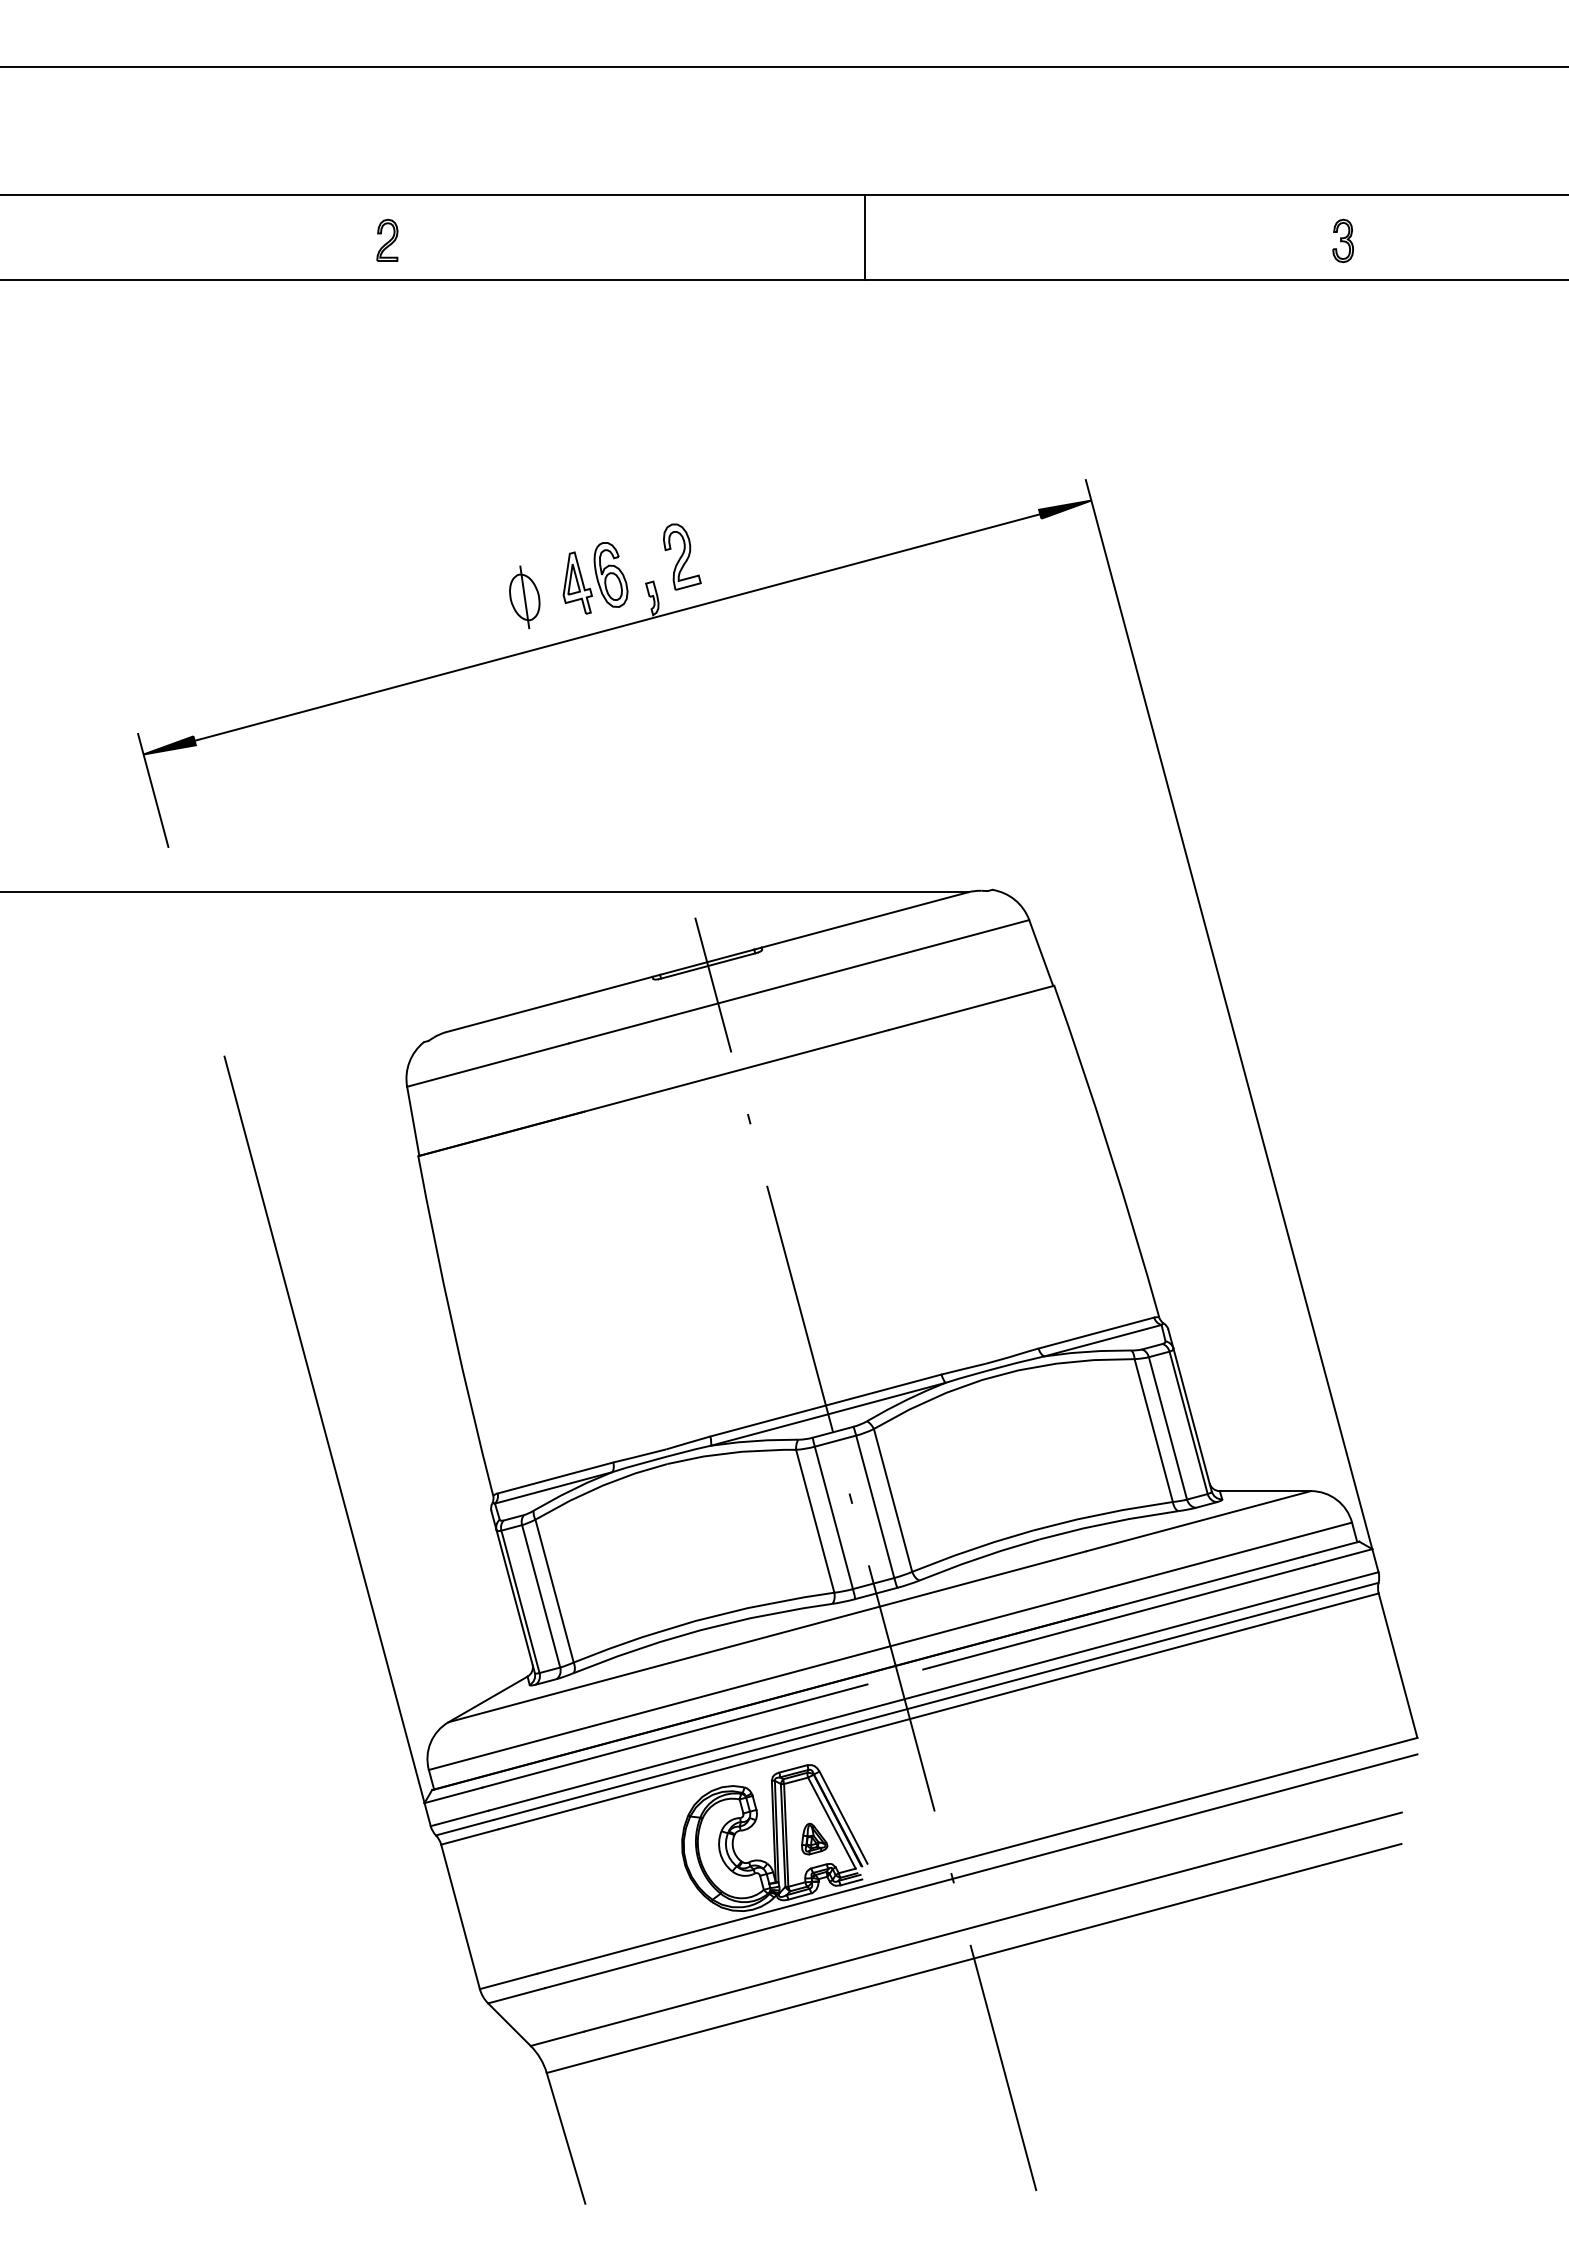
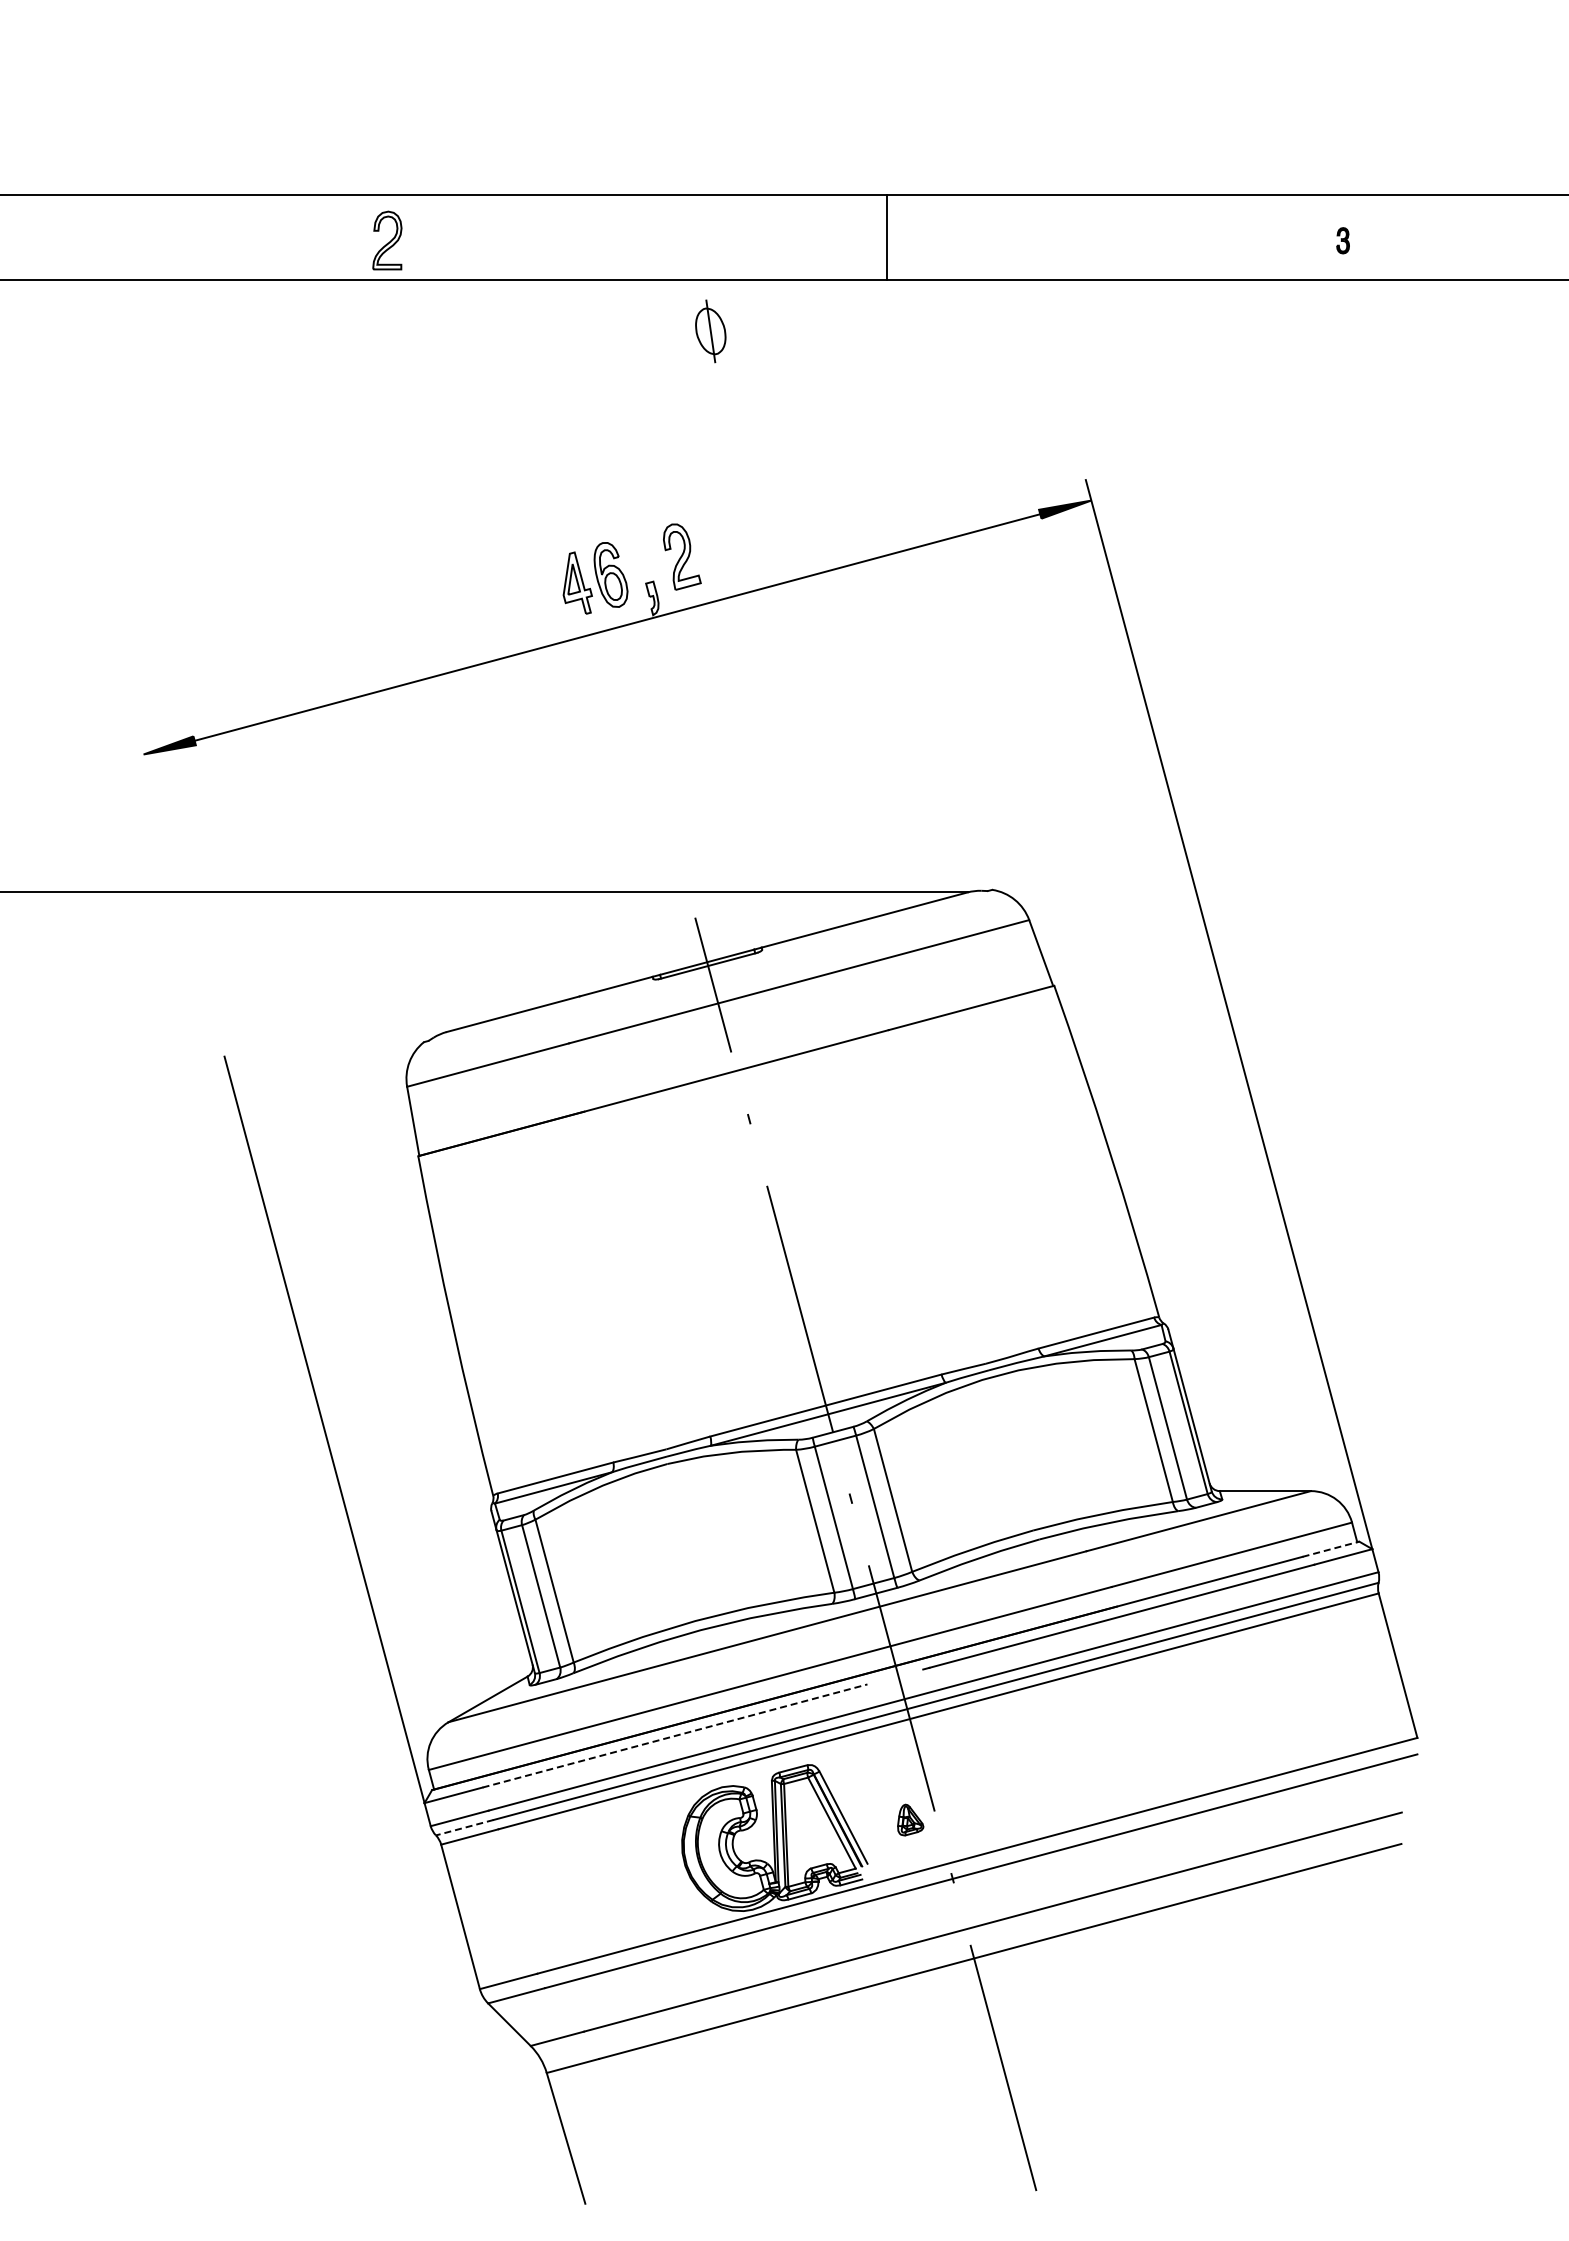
line at (783, 67): present -> none
line at (865, 236) position: (865, 236) -> (887, 236)
part at (387, 239) size: 23x44 px -> 31x61 px
part at (1342, 240) size: 22x45 px -> 14x28 px
part at (524, 597) position: (524, 597) -> (710, 331)
line at (153, 790): present -> none
line at (1331, 1549): solid -> dashed
line at (675, 1735): solid -> dashed
line at (464, 1827): solid -> dashed
part at (814, 1838) position: (814, 1838) -> (910, 1819)
